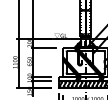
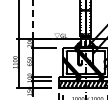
line at (33, 19): solid -> dashed
